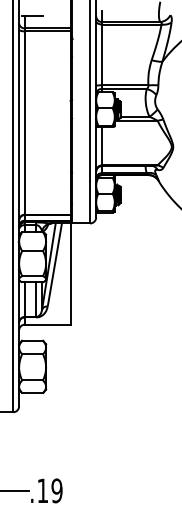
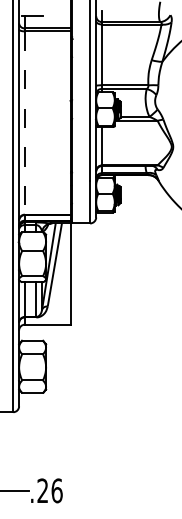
line at (24, 123): solid -> dashed
text at (49, 490): .19 -> .26
